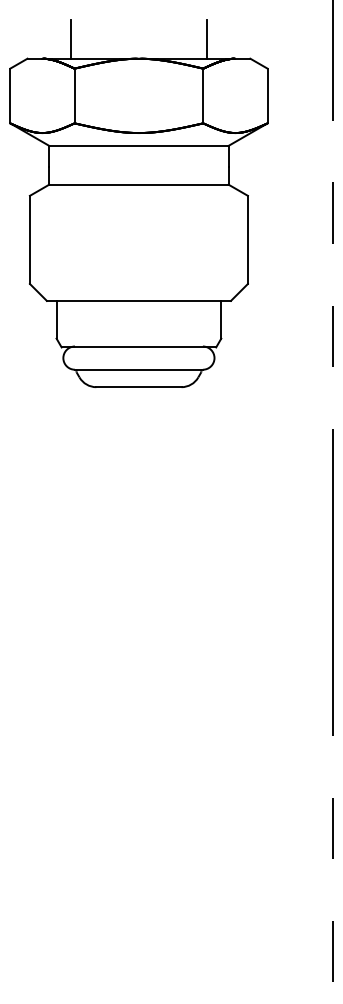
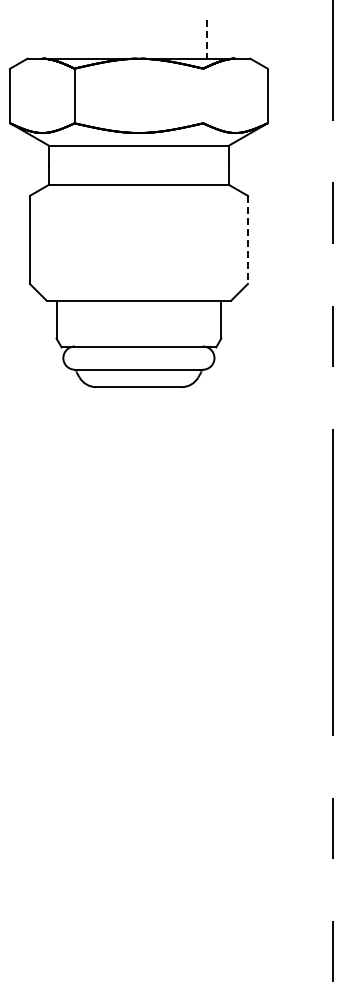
line at (70, 38): present -> none
line at (206, 39): solid -> dashed
line at (203, 96): present -> none
line at (247, 240): solid -> dashed
